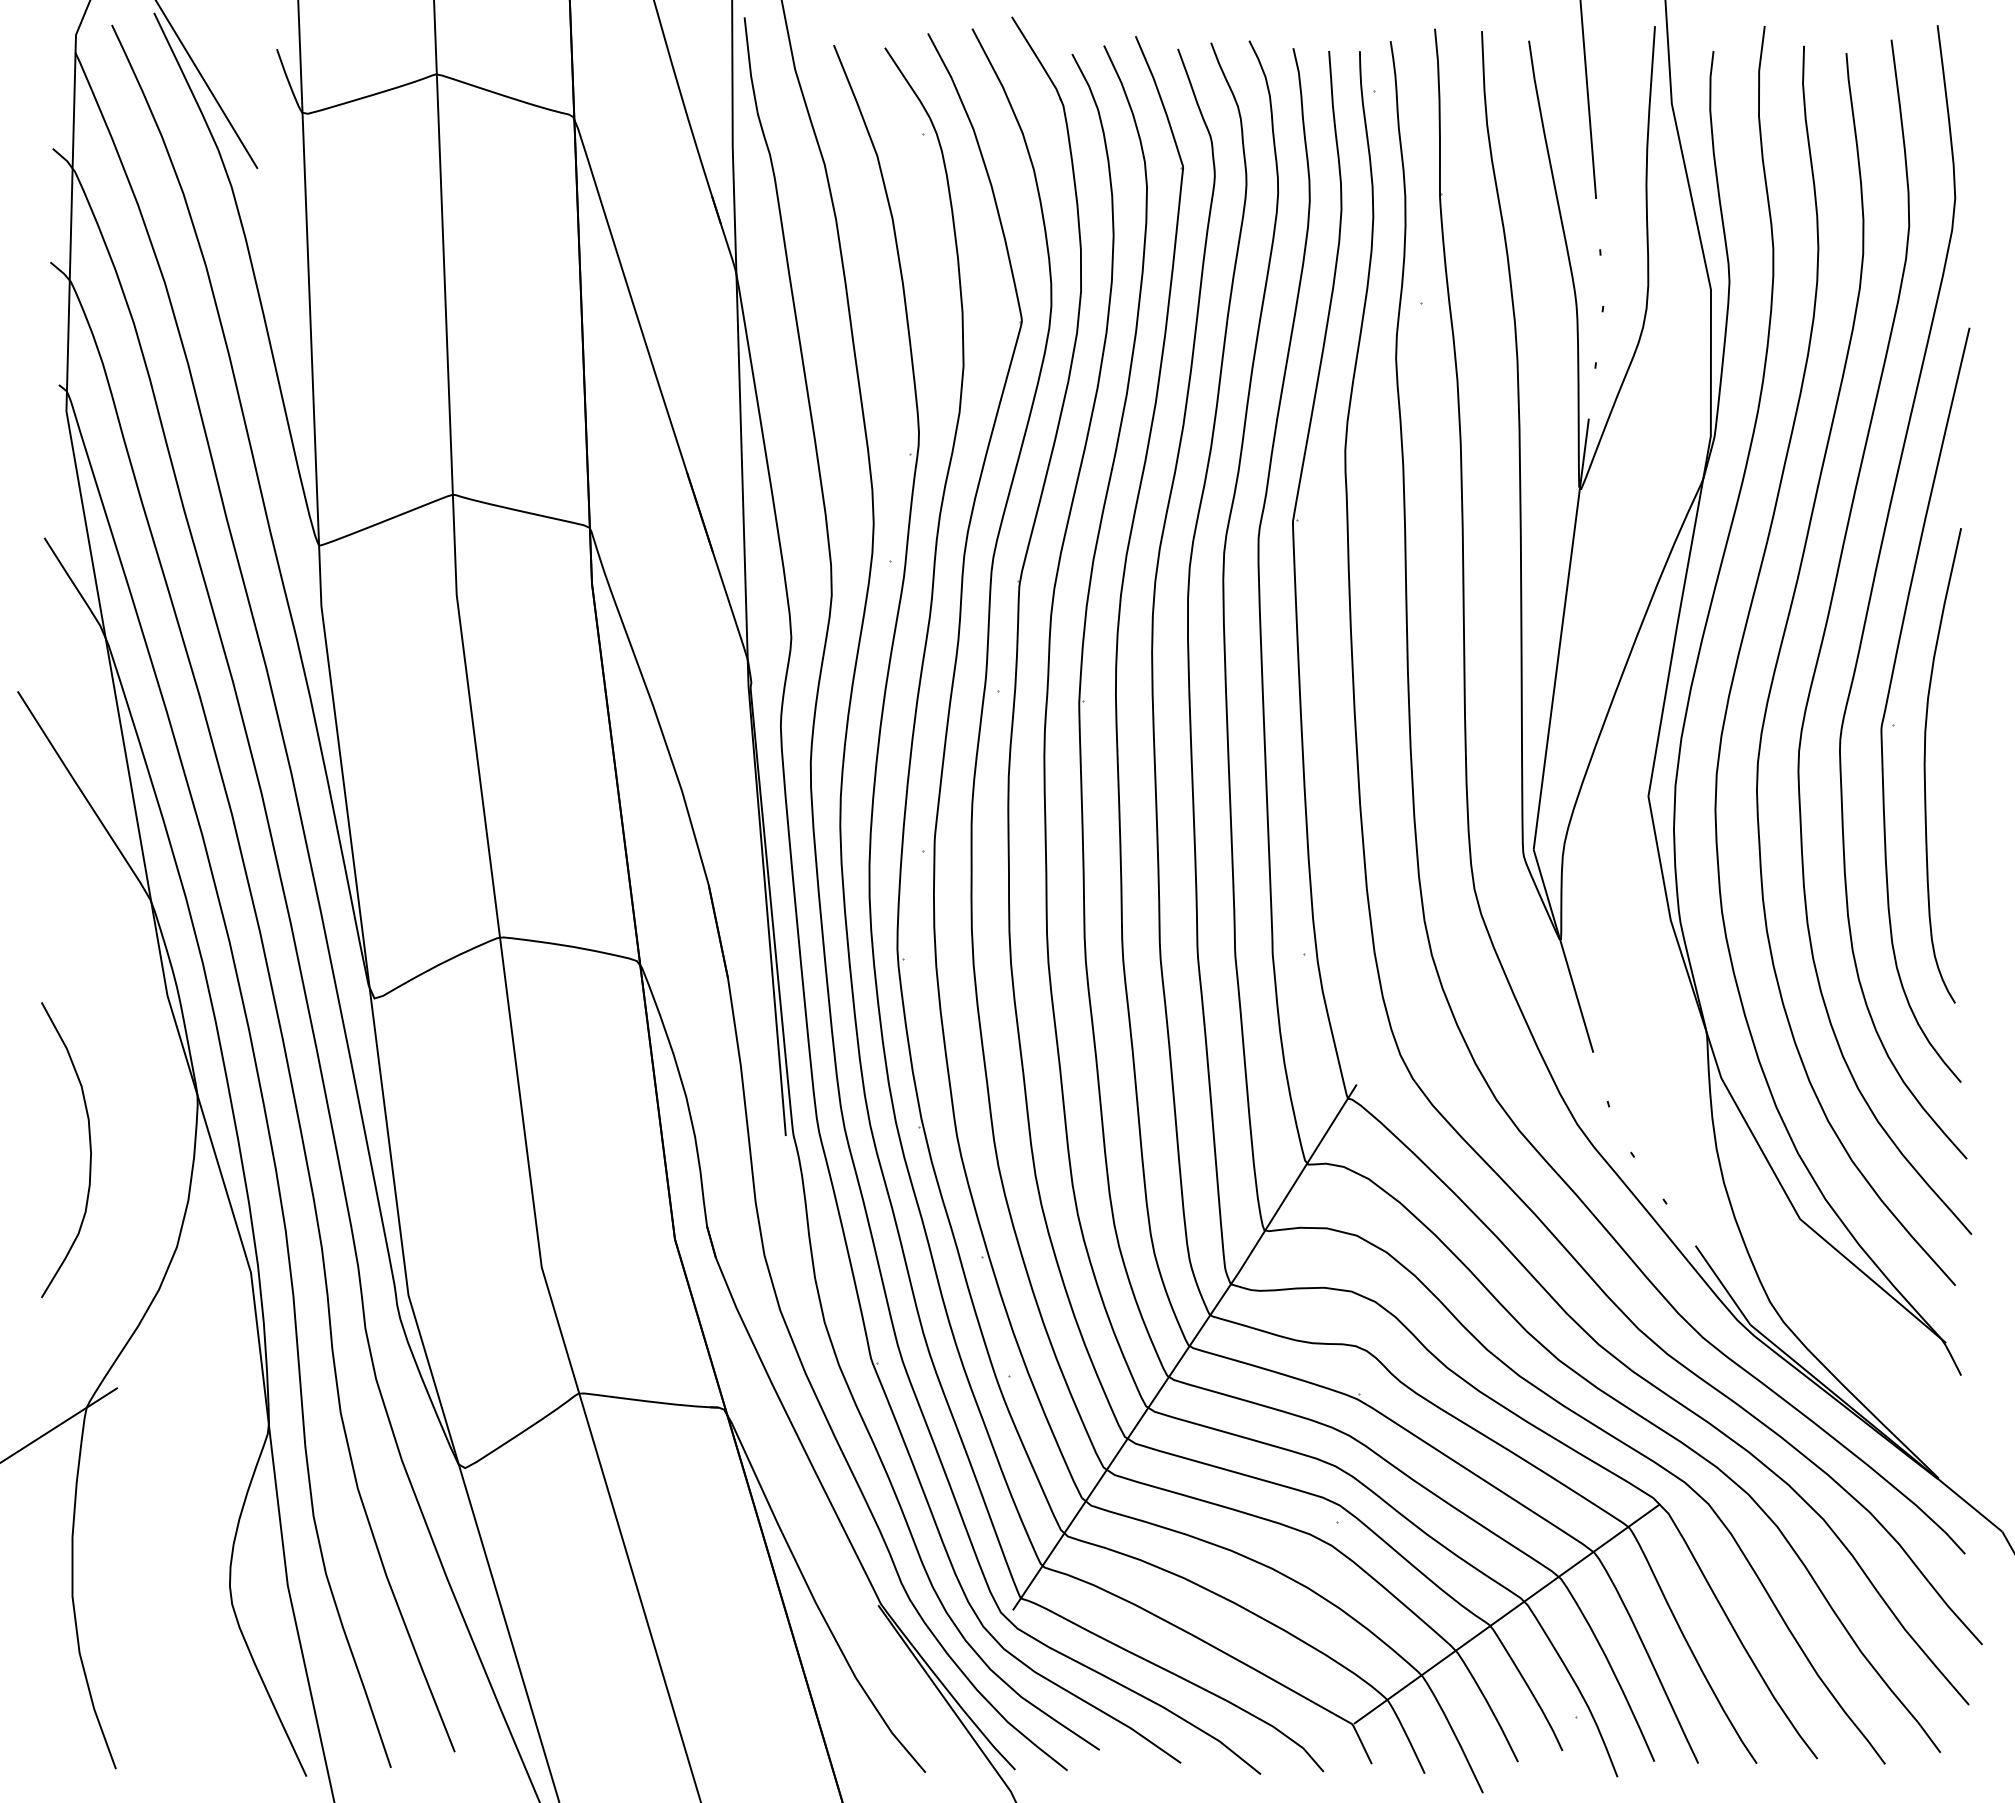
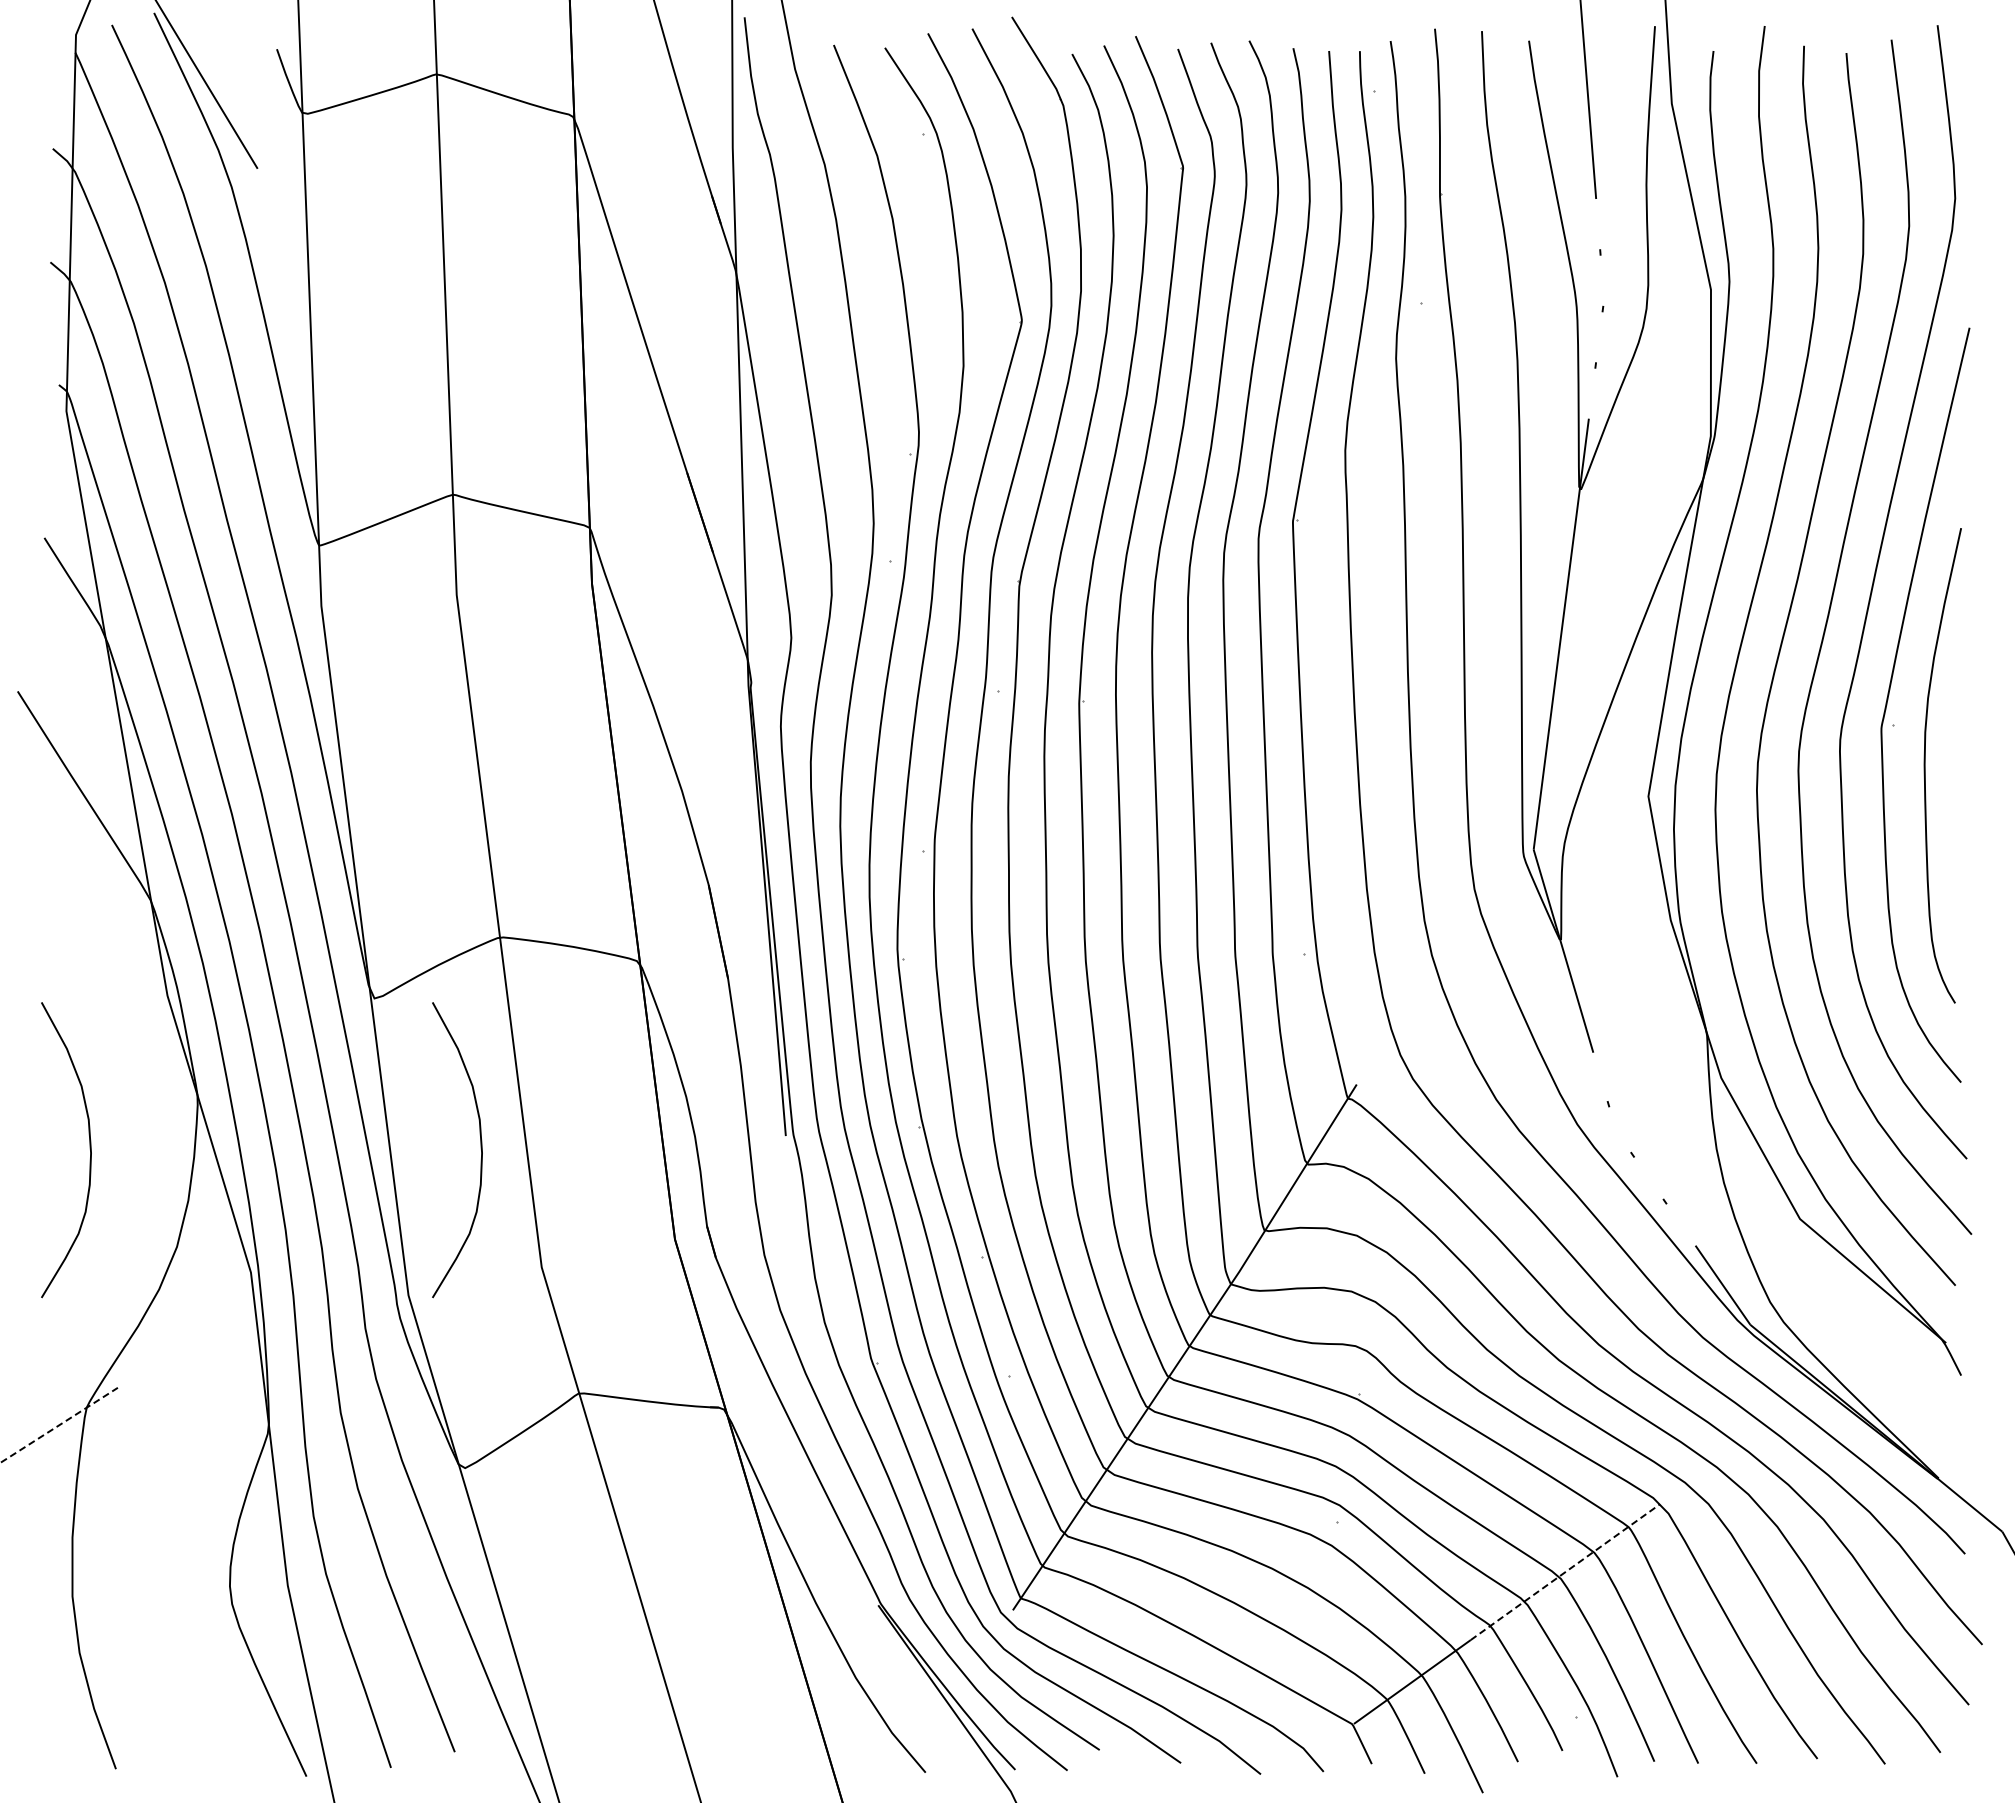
curve at (480, 1148): none -> present
line at (59, 1424): solid -> dashed
line at (1565, 1571): solid -> dashed
